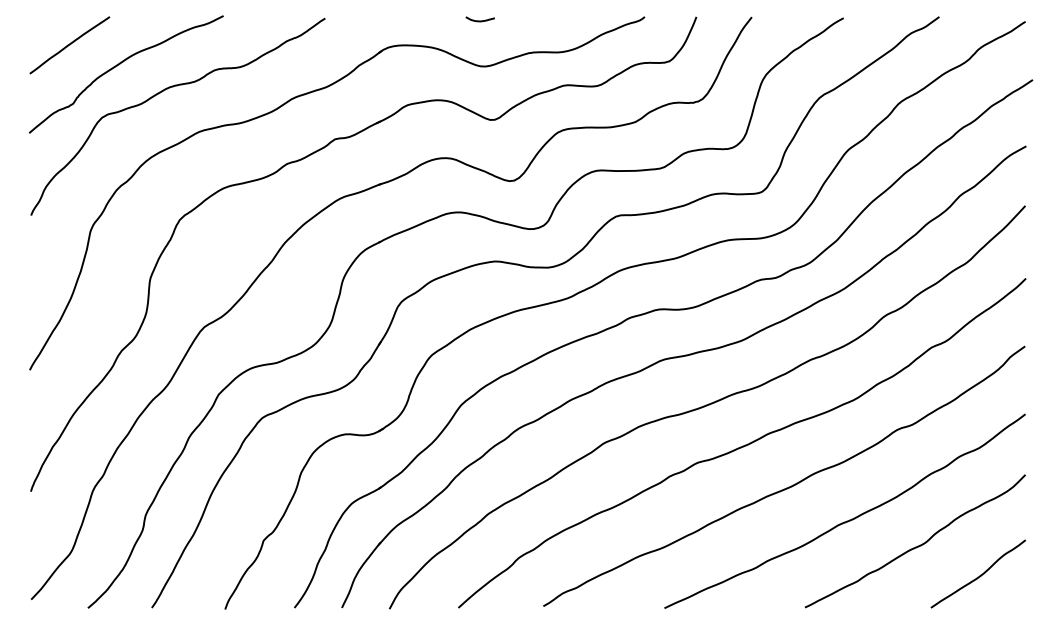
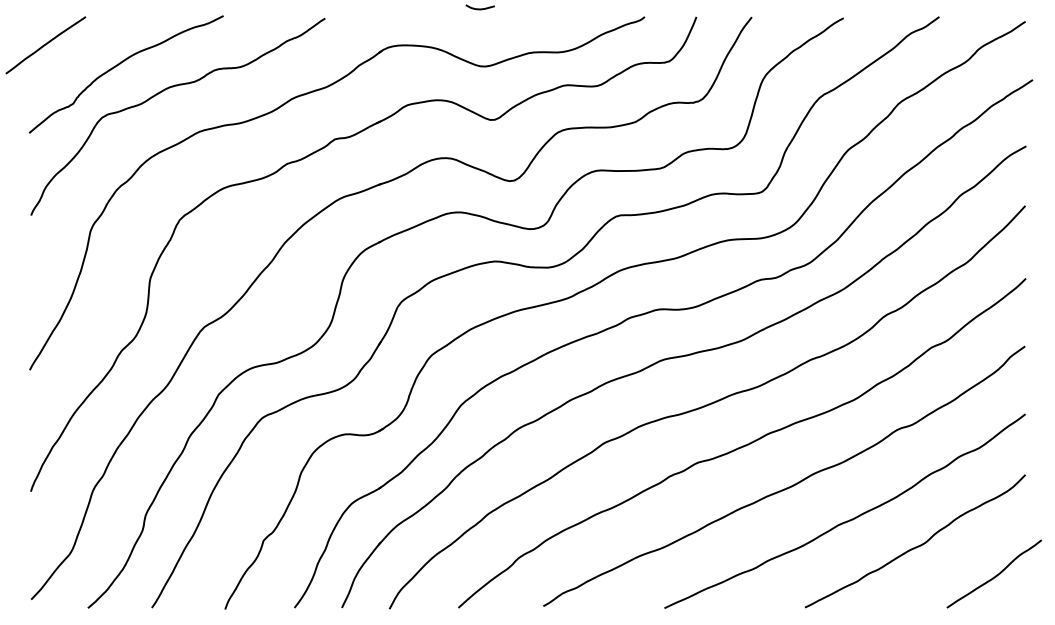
curve at (479, 20) position: (479, 20) -> (479, 8)
line at (69, 45) position: (69, 45) -> (45, 45)
curve at (979, 575) position: (979, 575) -> (995, 575)
